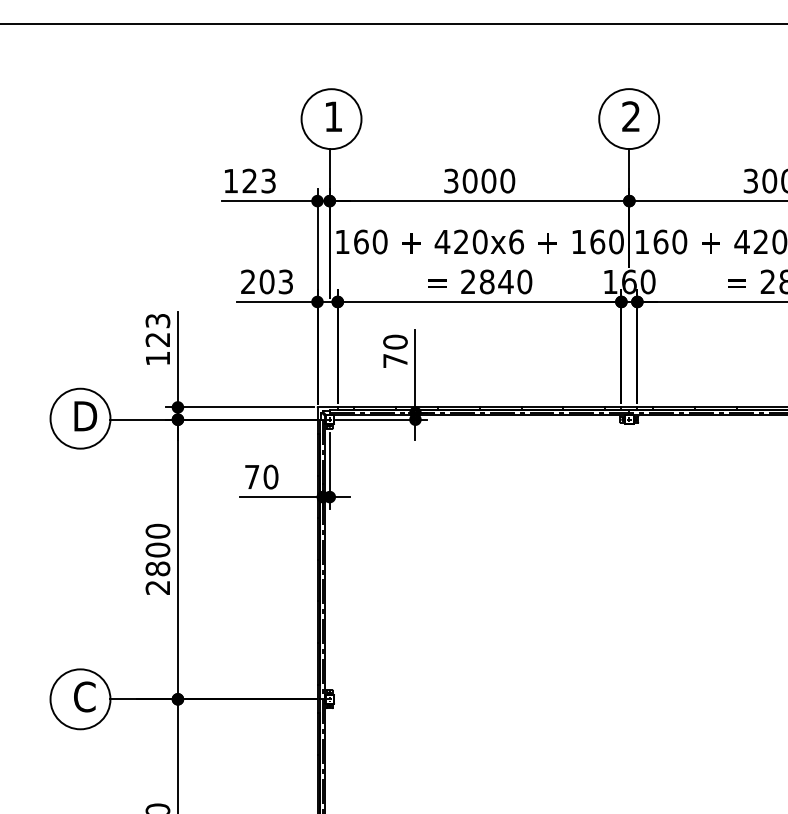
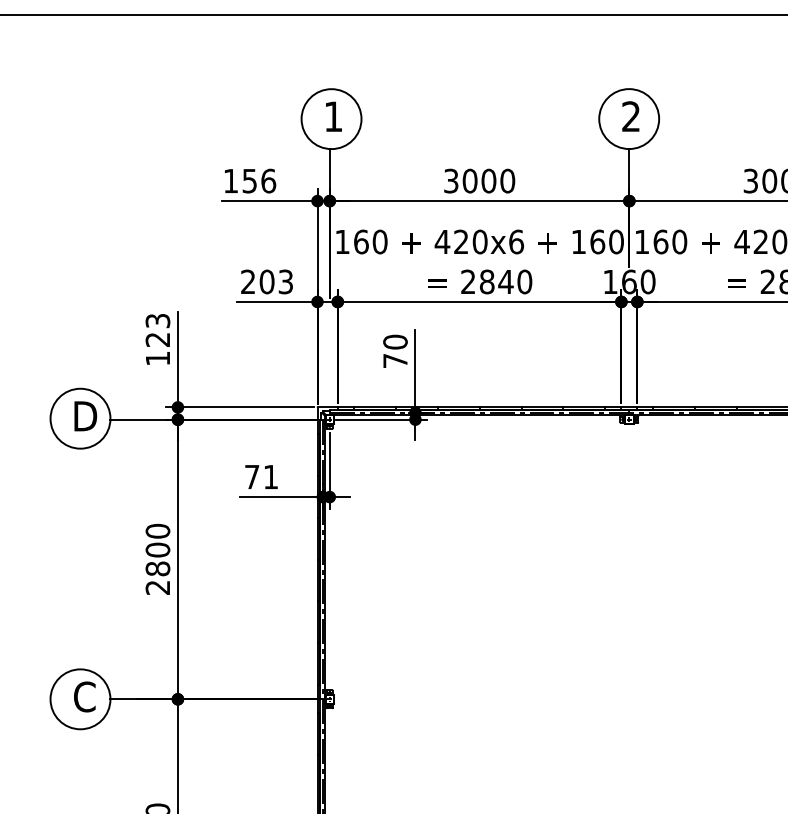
line at (393, 24) position: (393, 24) -> (393, 15)
text at (259, 180): 123 -> 156
text at (270, 476): 70 -> 71
